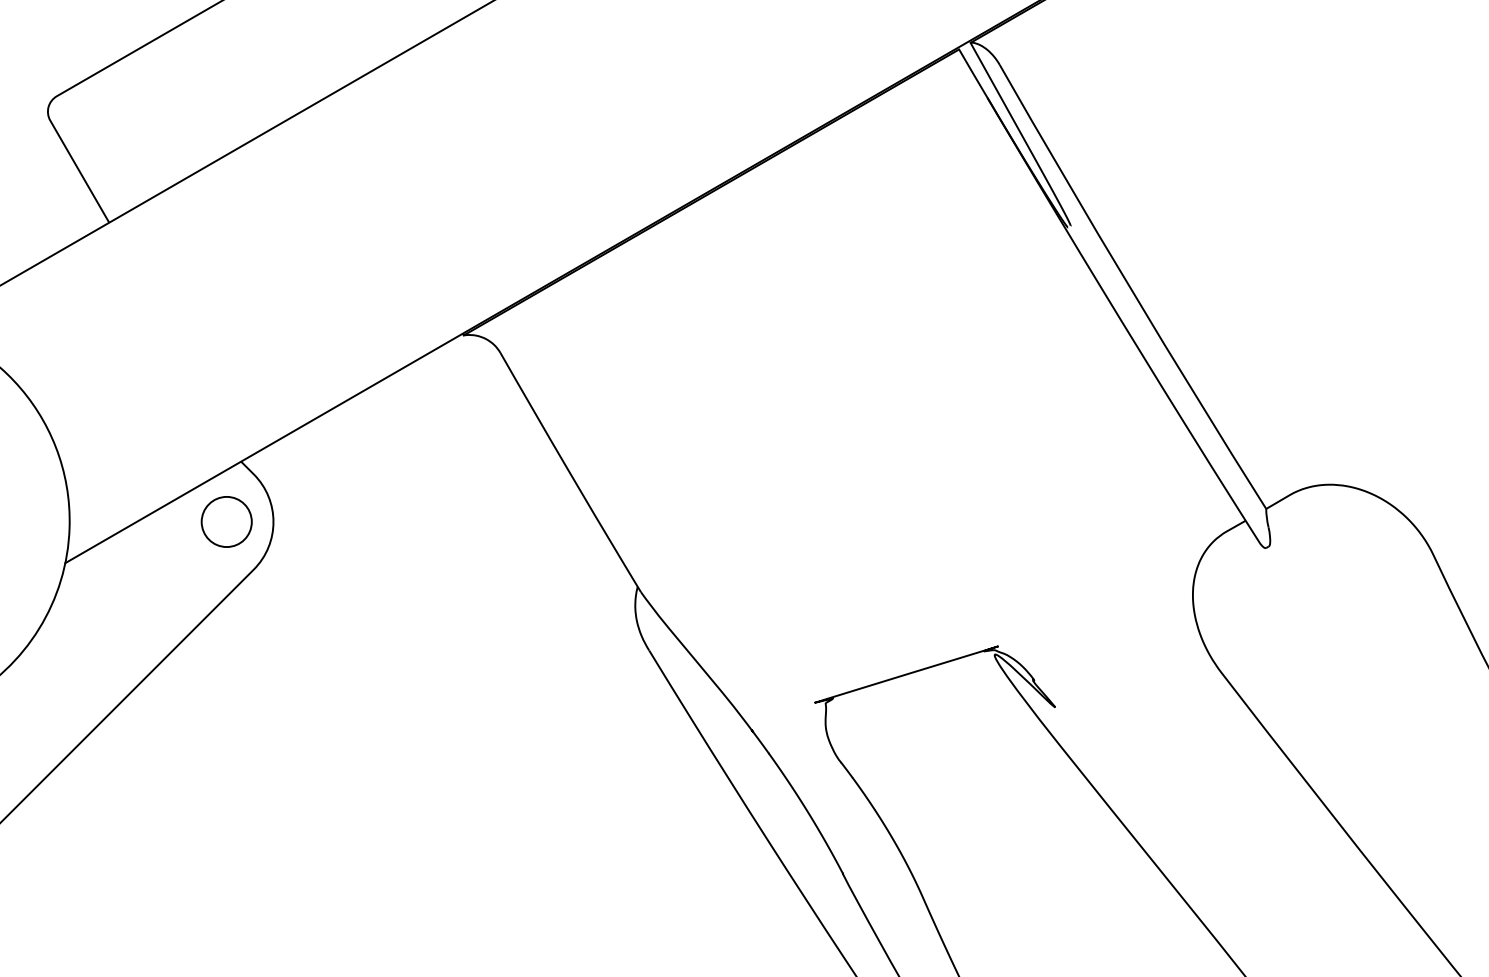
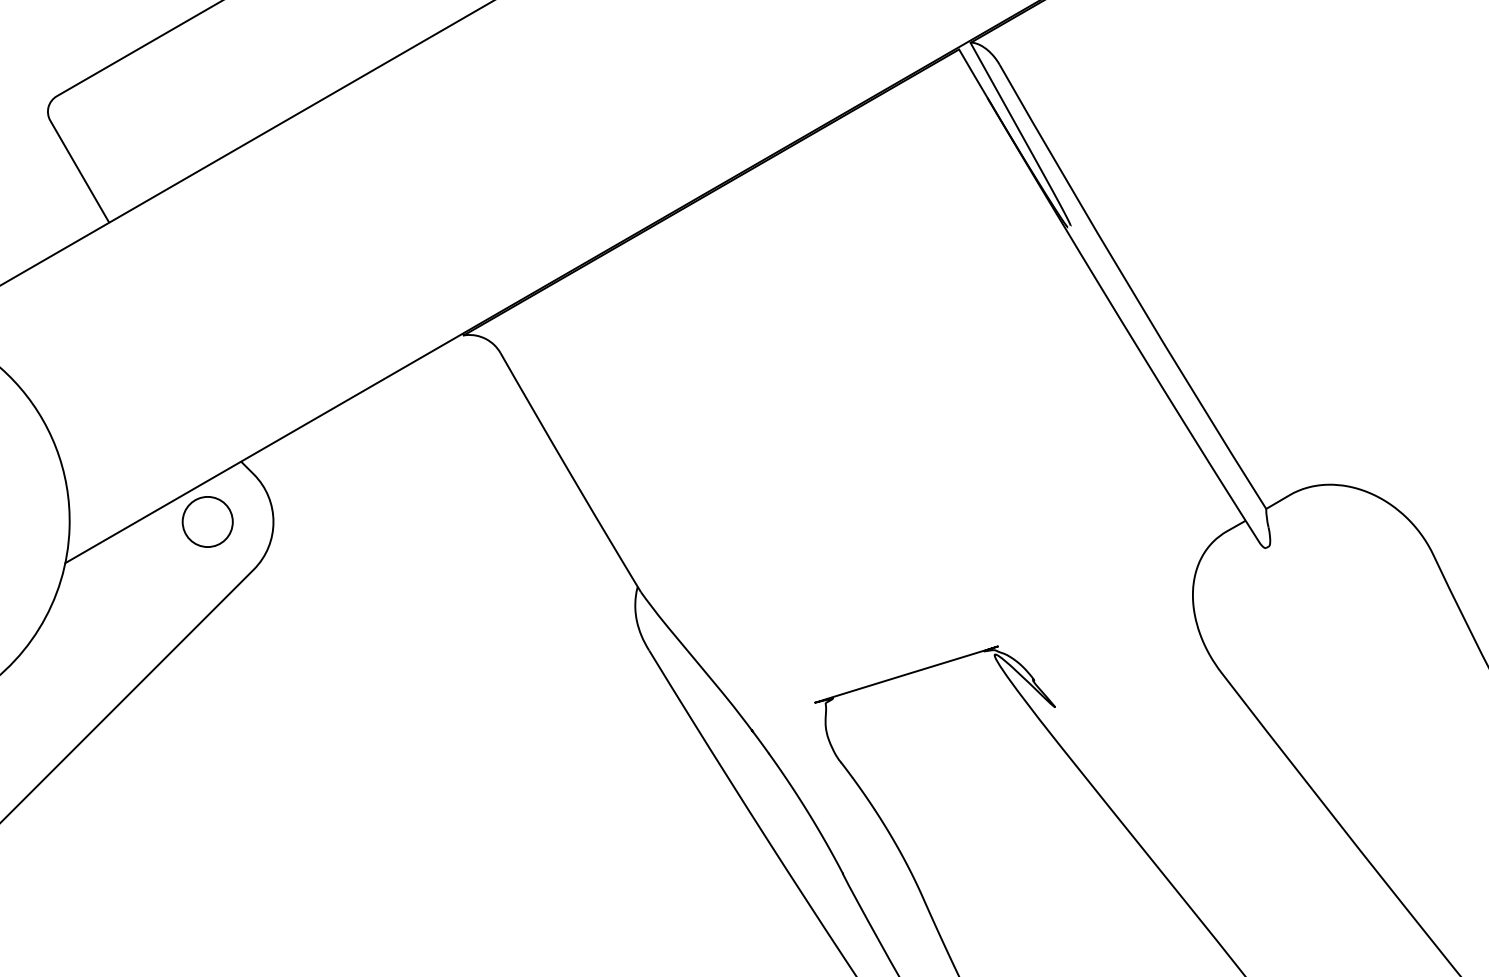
part at (226, 521) position: (226, 521) -> (207, 521)
